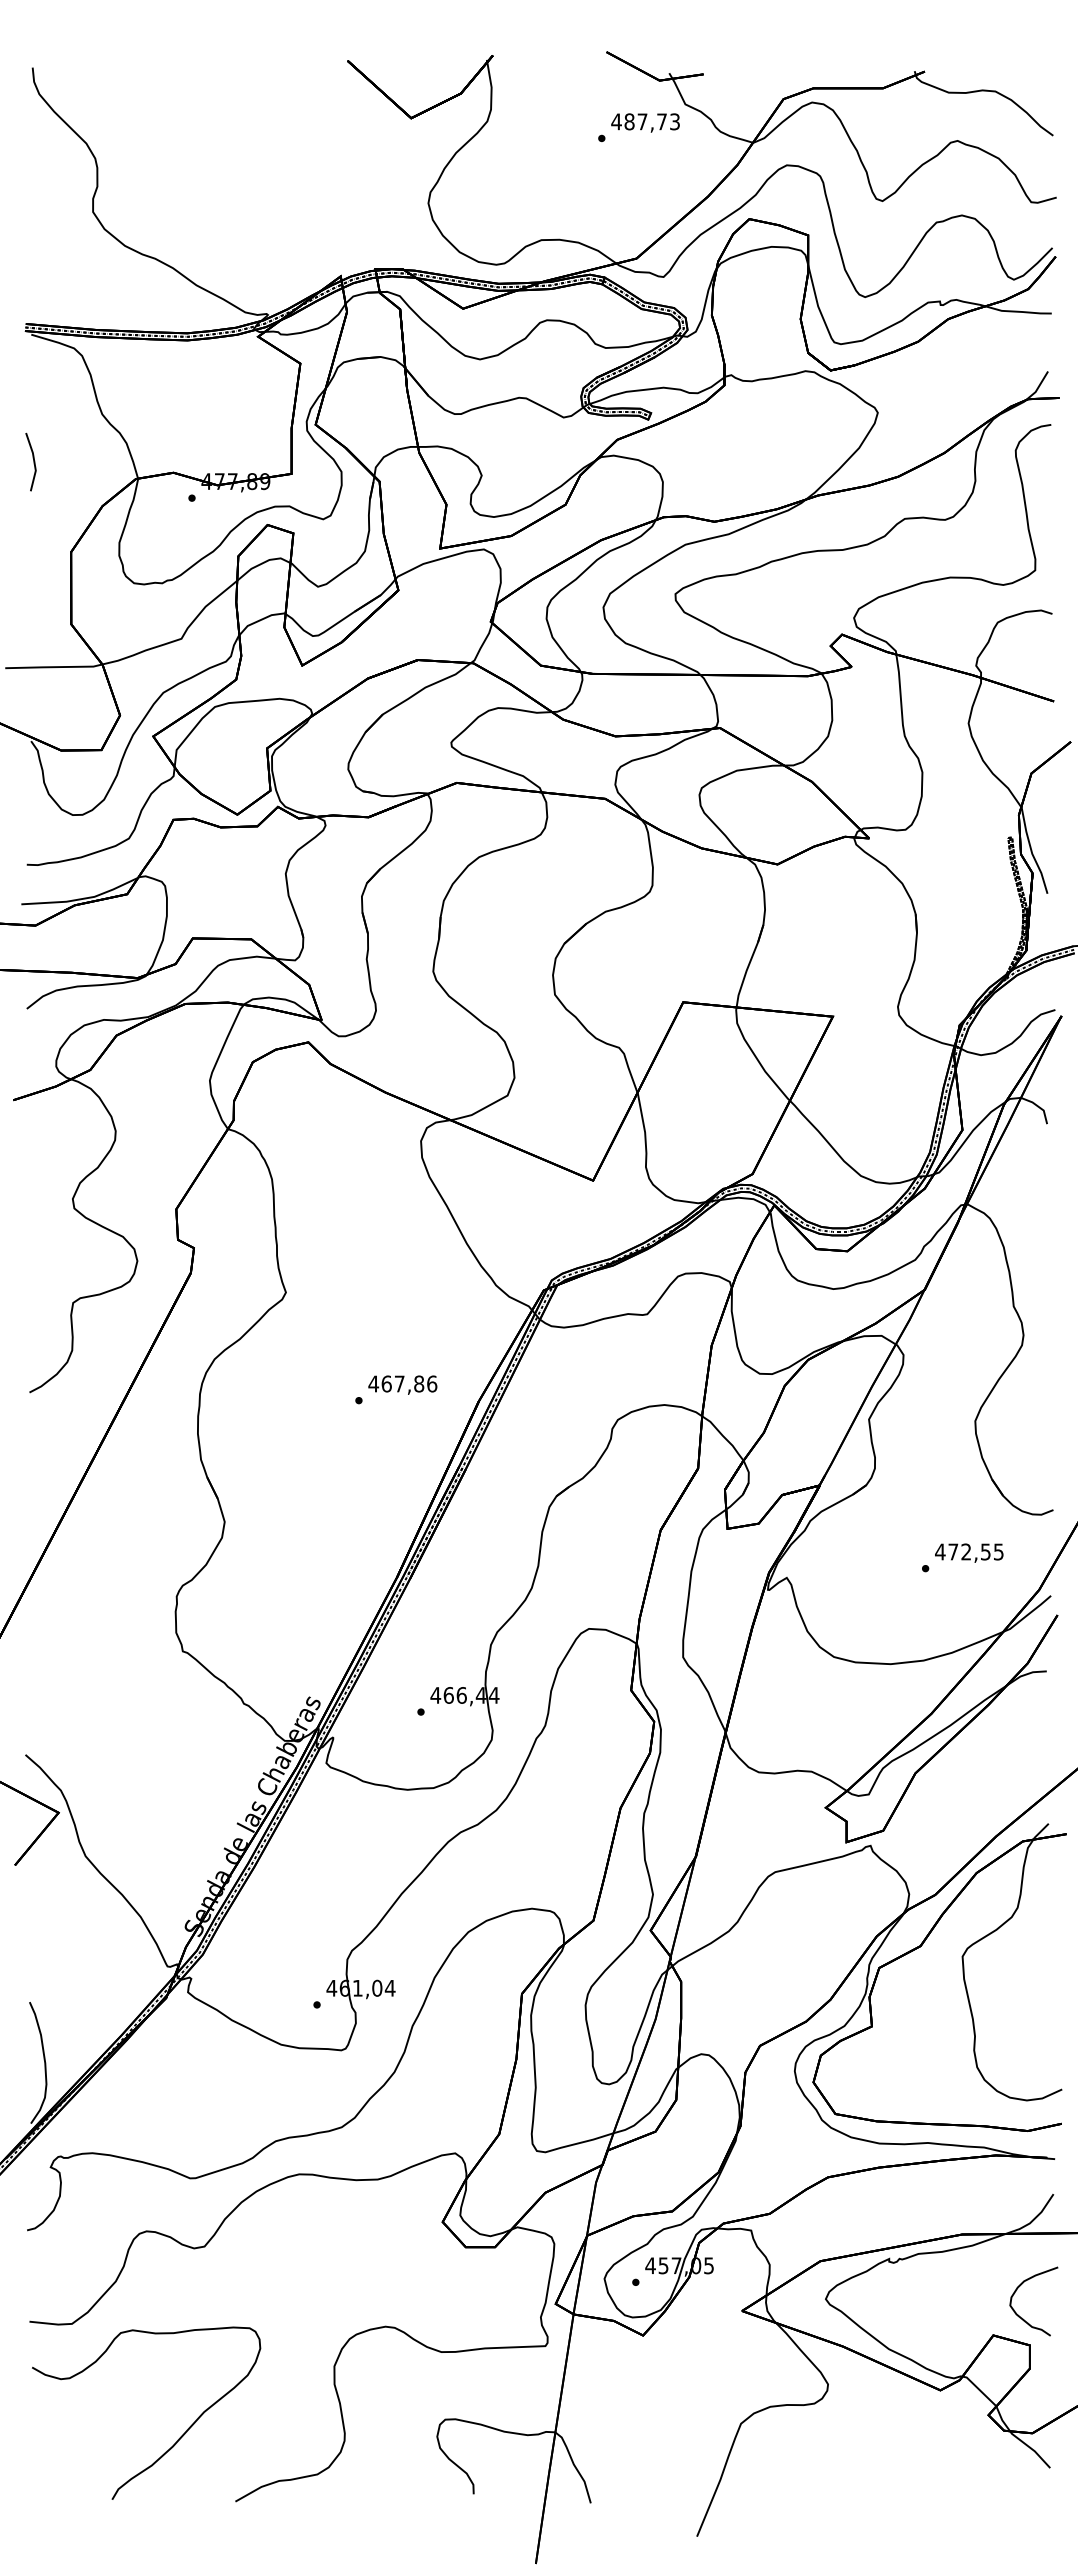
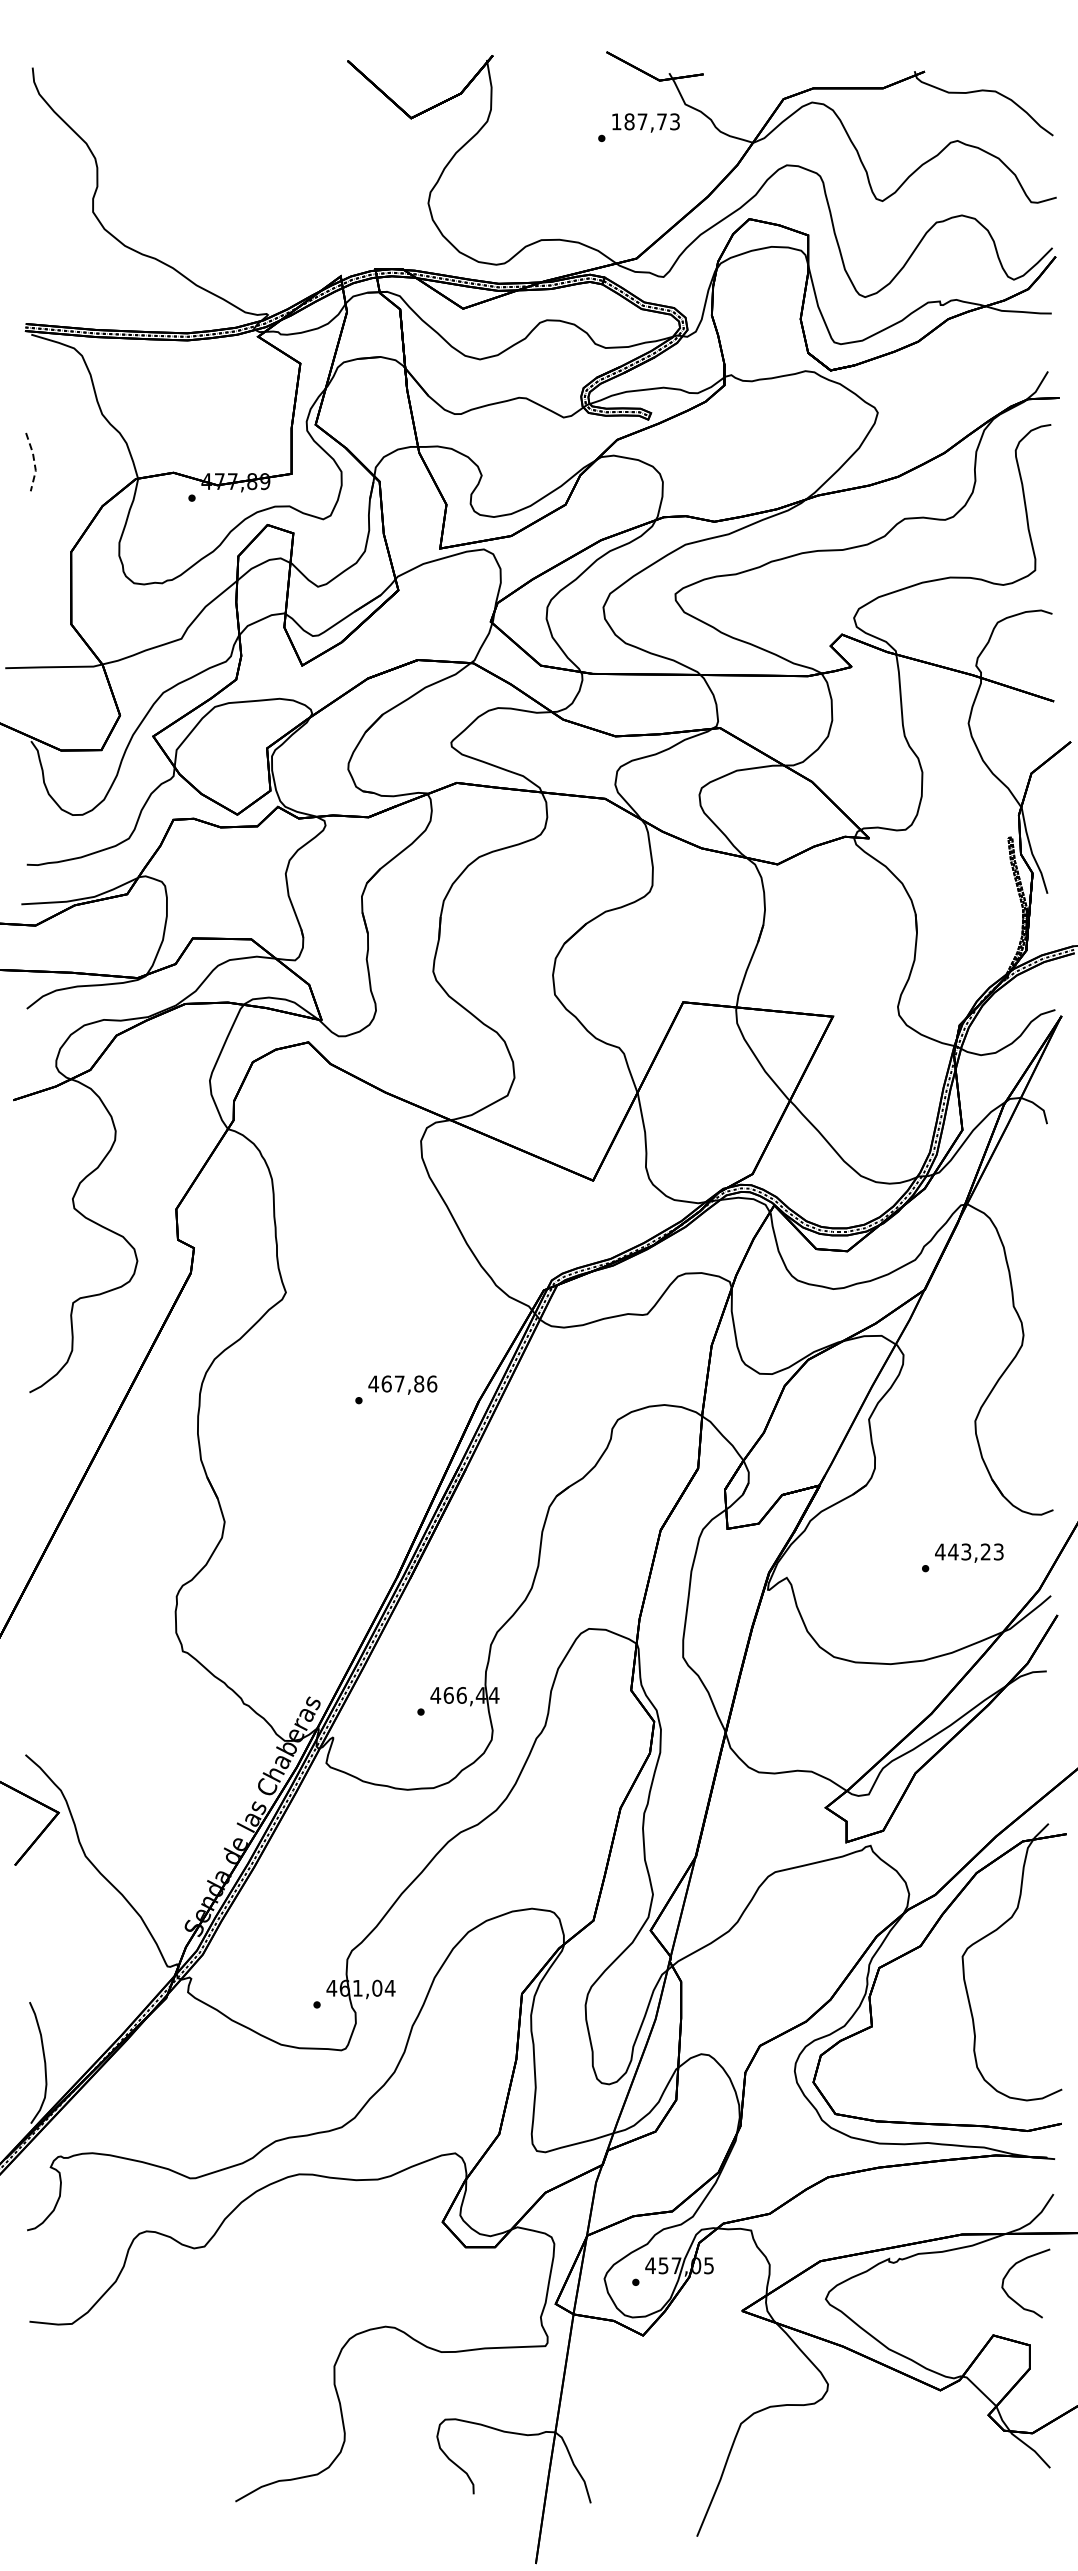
text at (616, 121): 487,73 -> 187,73
line at (34, 461): solid -> dashed
text at (975, 1551): 472,55 -> 443,23
curve at (1015, 2293) position: (1015, 2293) -> (1007, 2275)
curve at (177, 2439): present -> none
